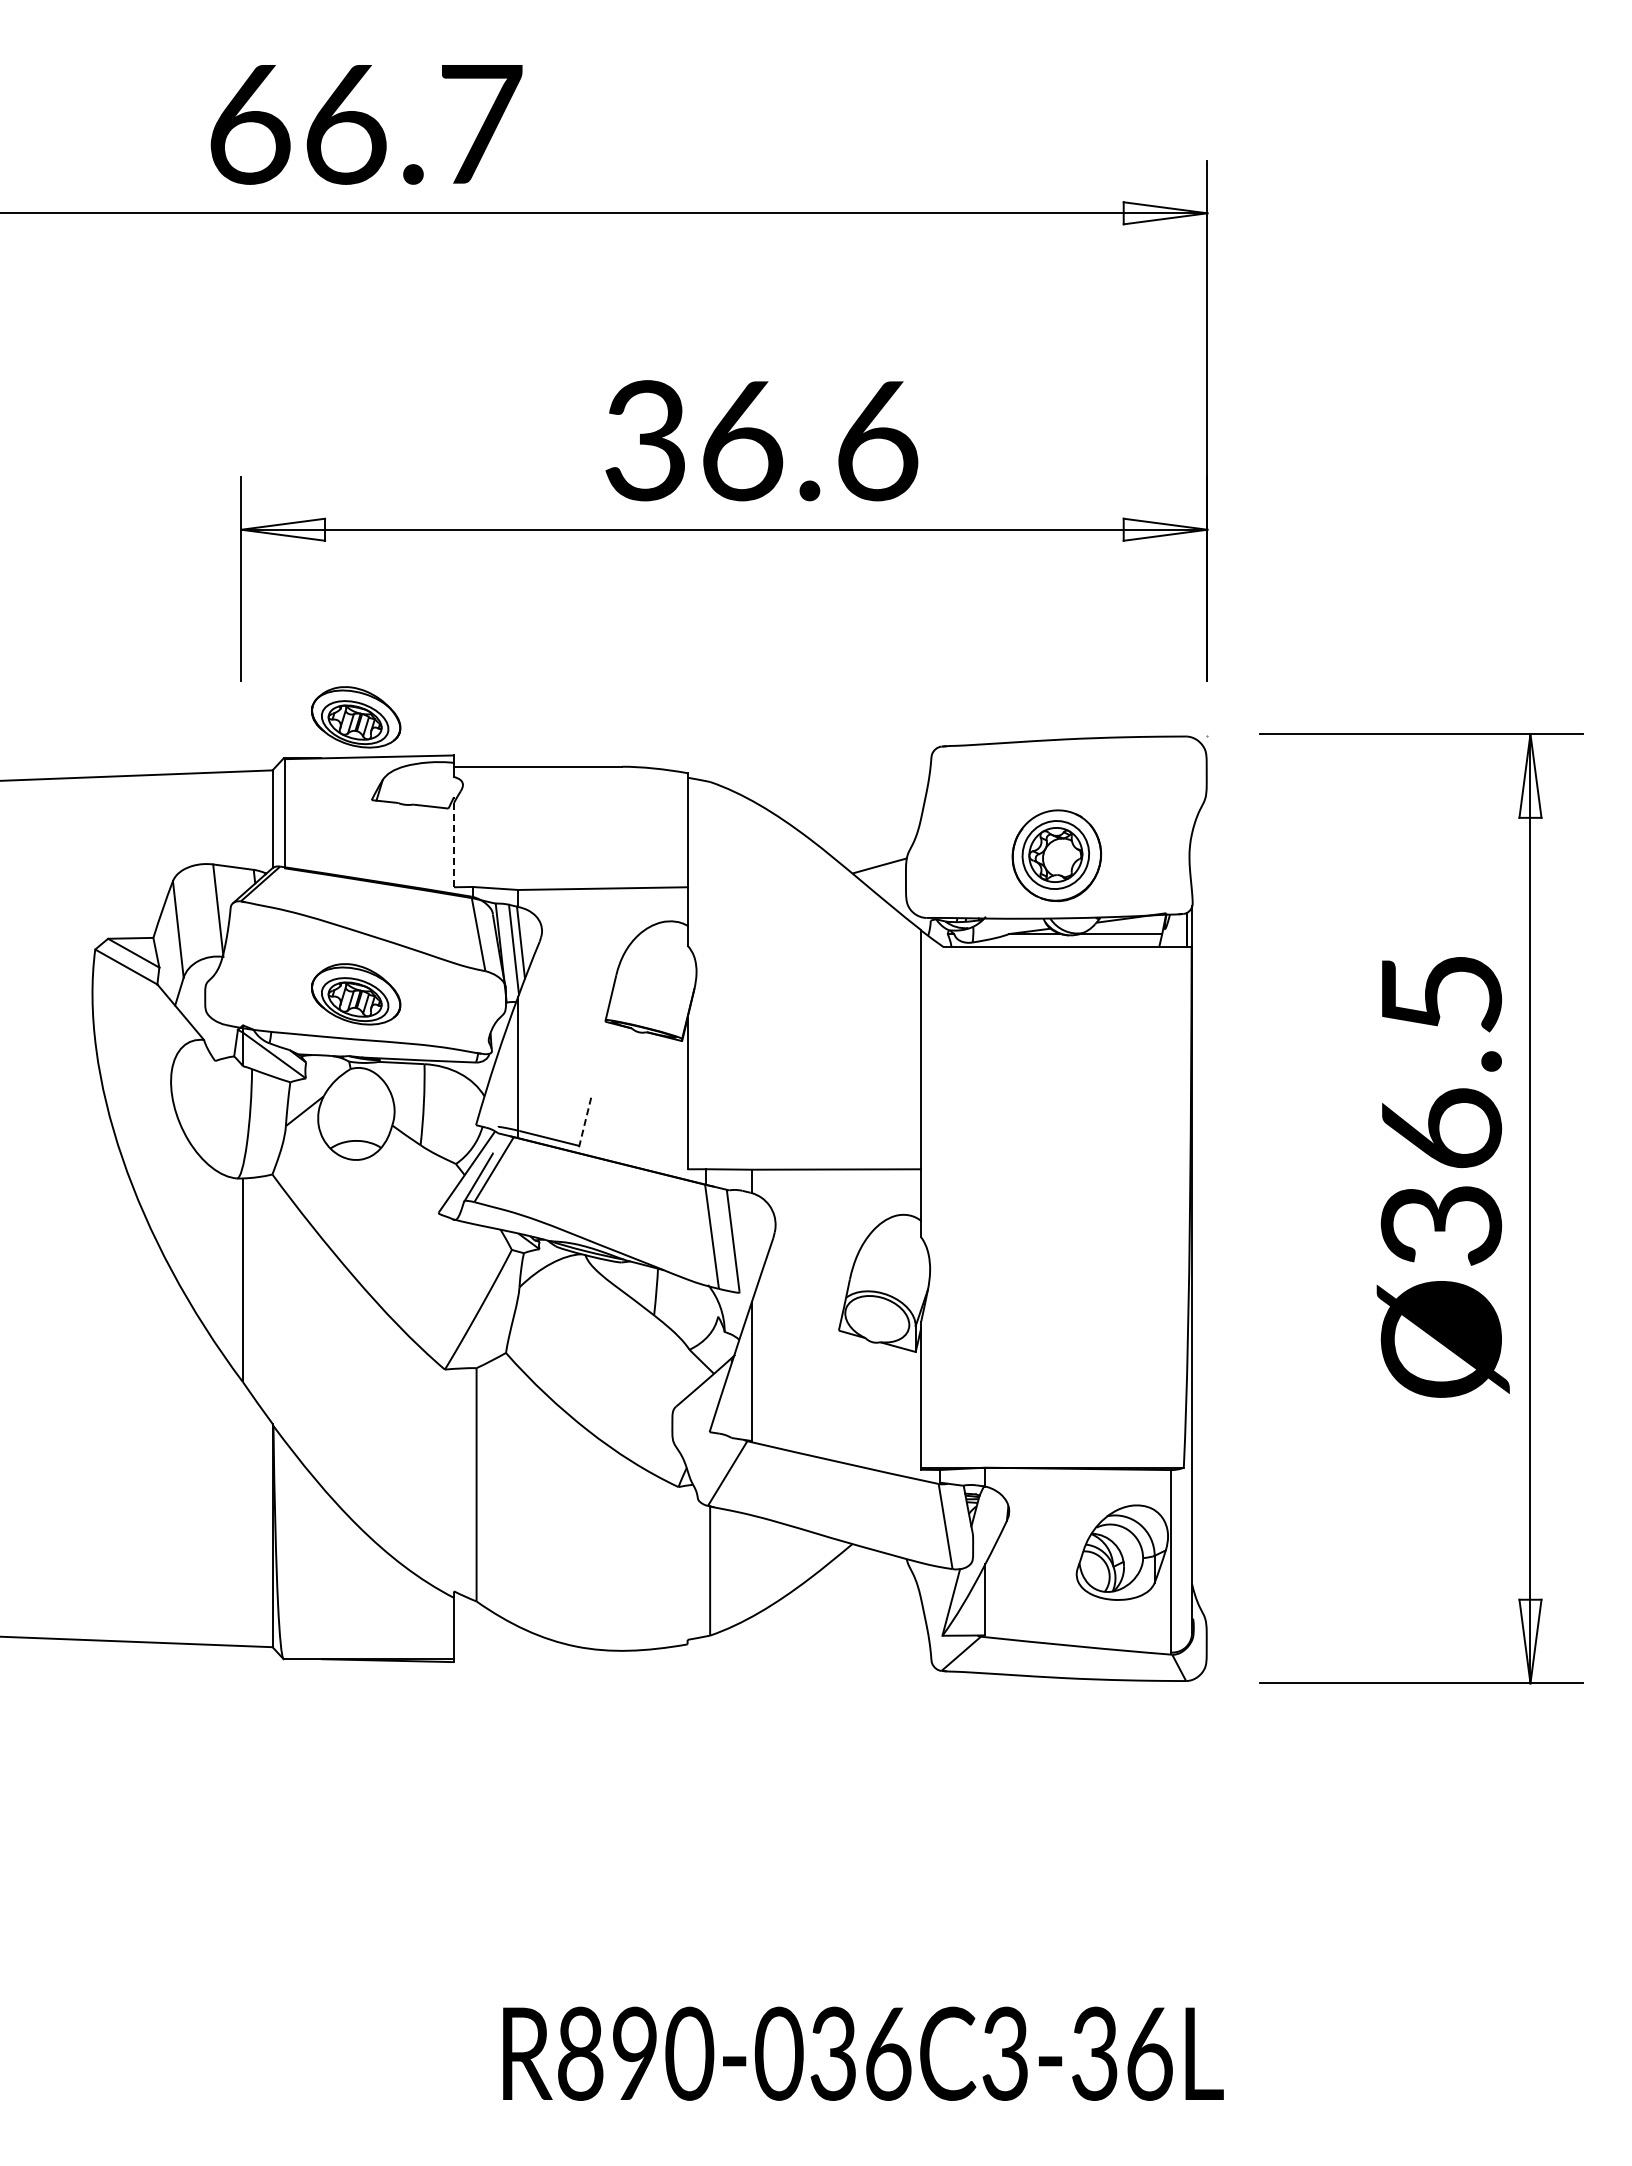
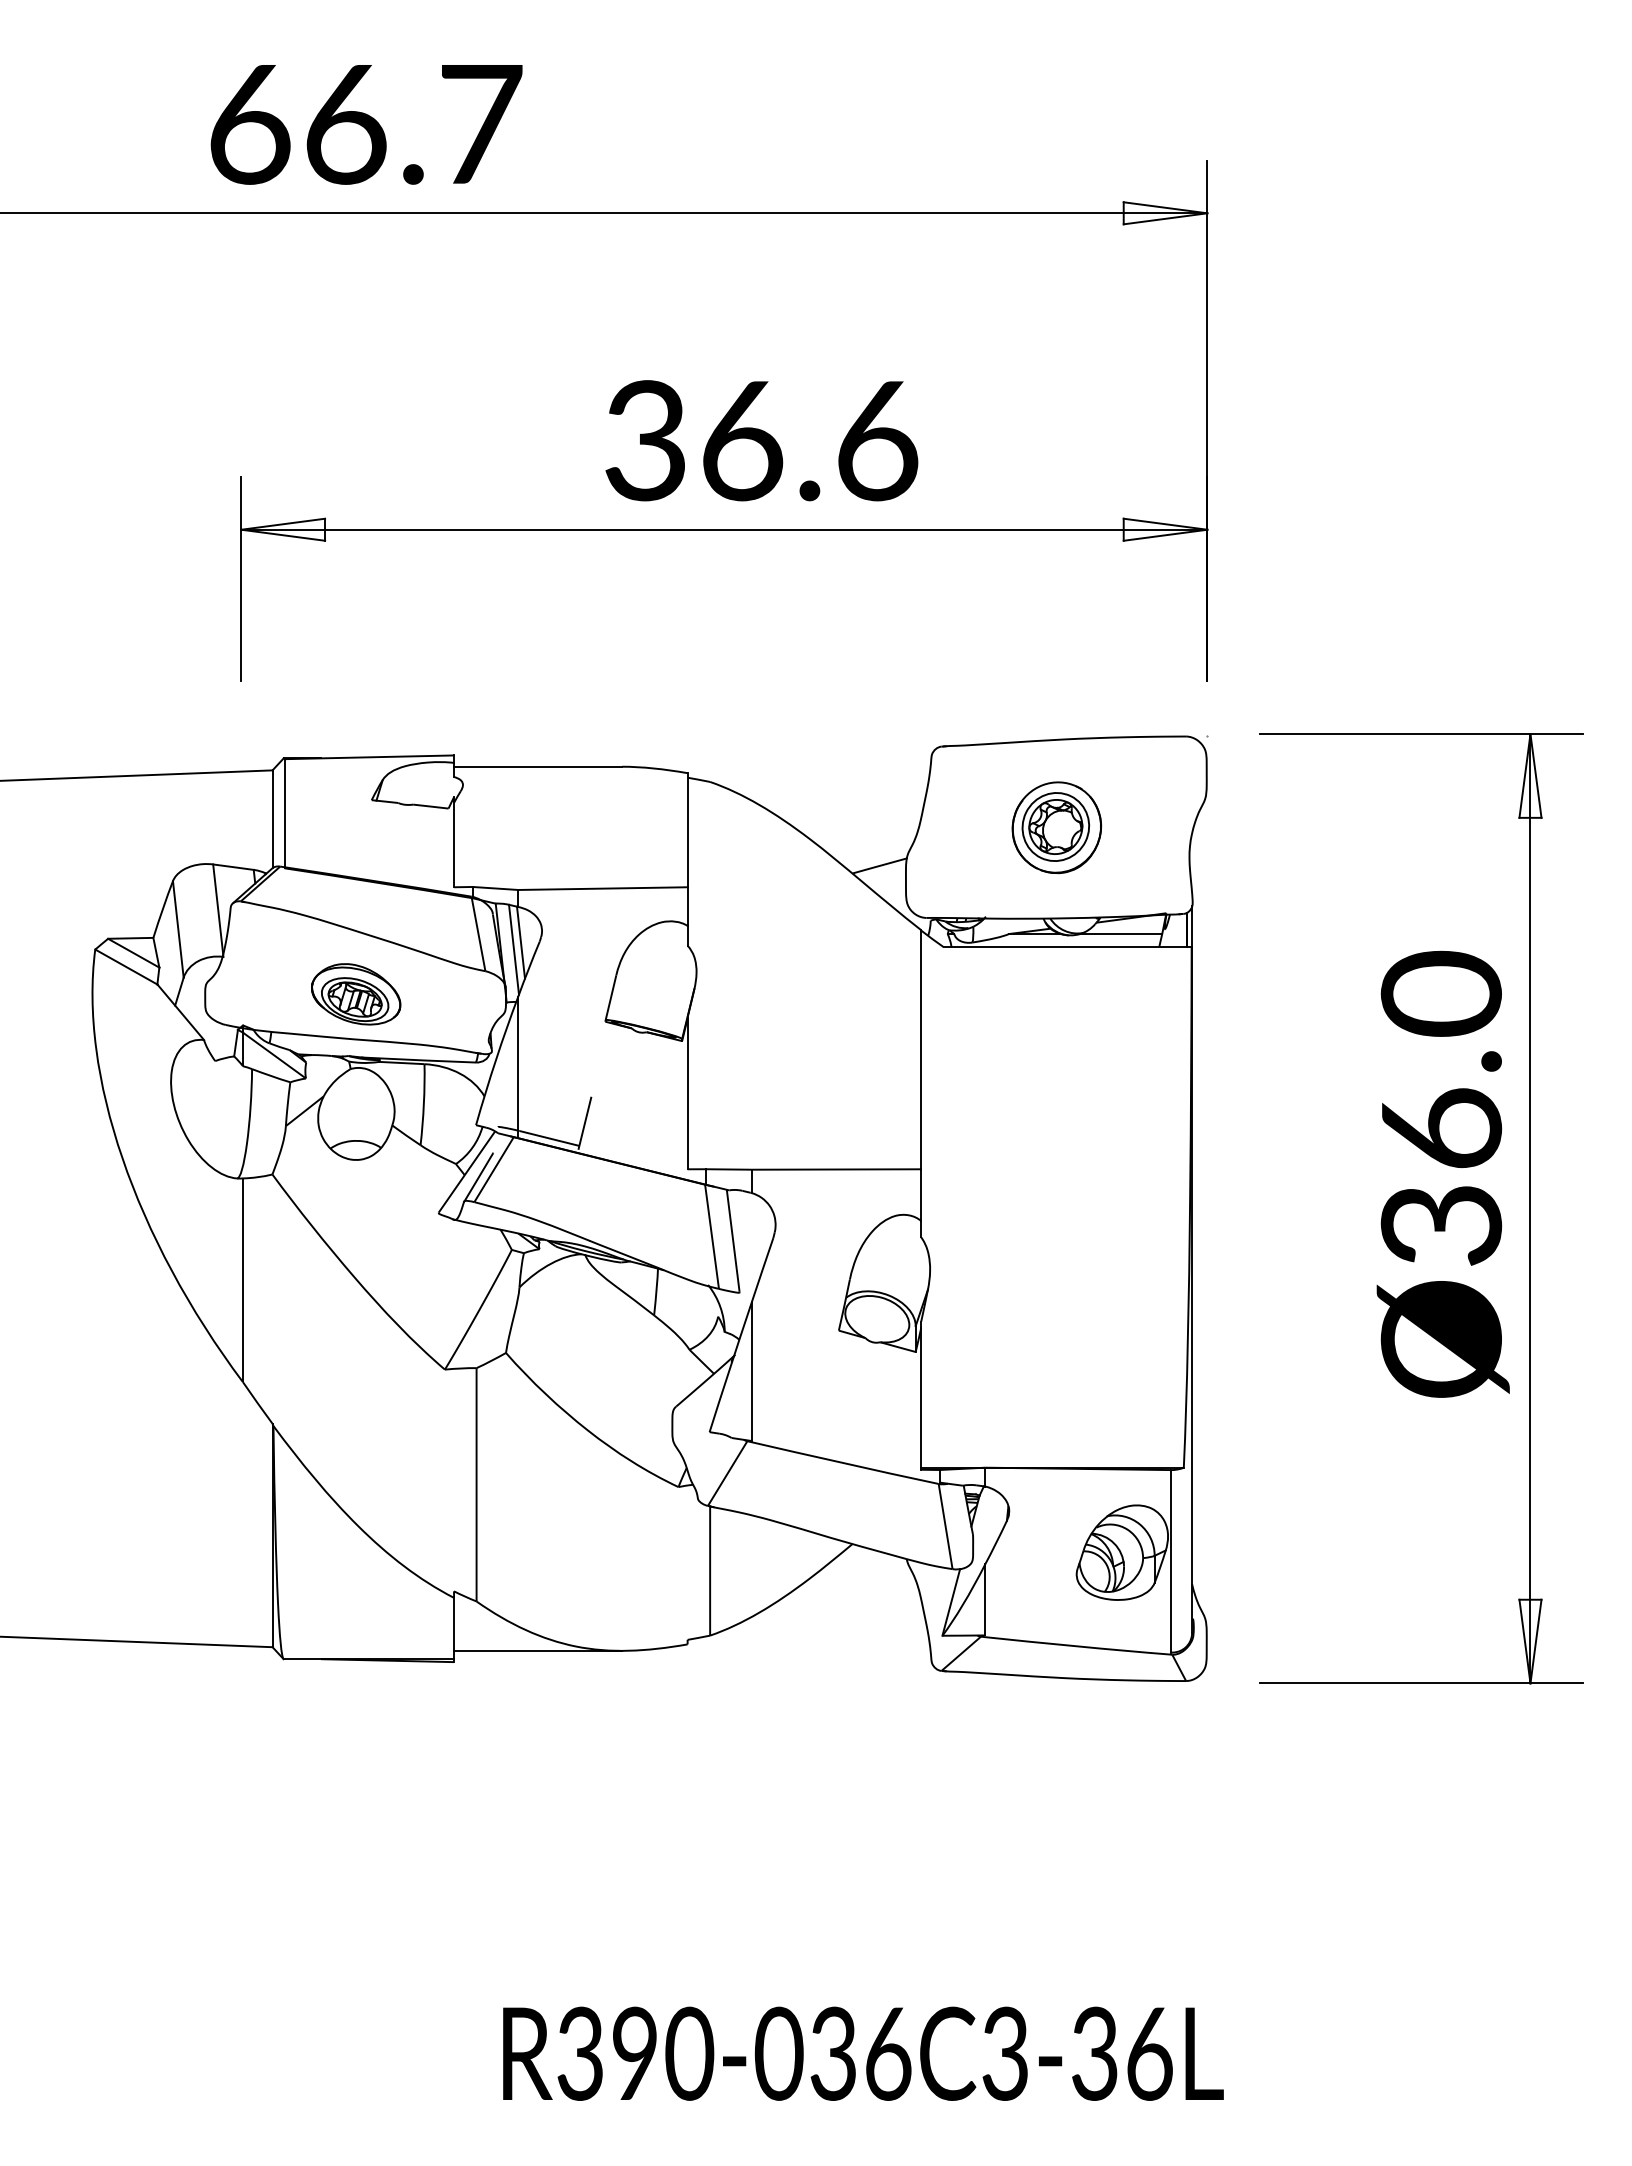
part at (356, 717): present -> none
line at (454, 841): dashed -> solid
part at (1056, 855) position: (1056, 855) -> (1056, 827)
text at (1441, 993): Ø36.5 -> Ø36.0
line at (584, 1123): dashed -> solid
line at (538, 1650): none -> present
text at (580, 2053): R890-036C3-36L -> R390-036C3-36L
